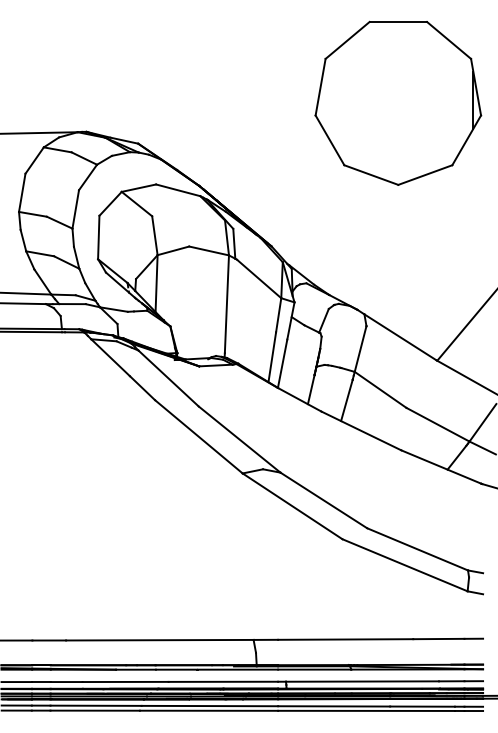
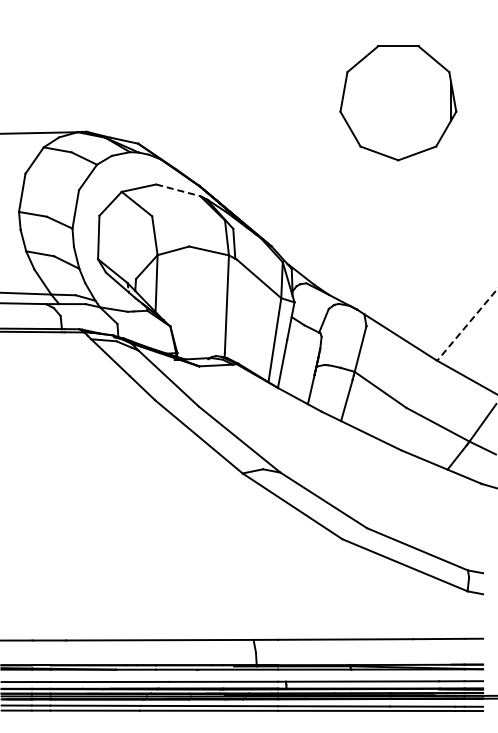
part at (398, 102) size: 169x166 px -> 119x117 px
line at (178, 190): solid -> dashed
line at (467, 324): solid -> dashed
